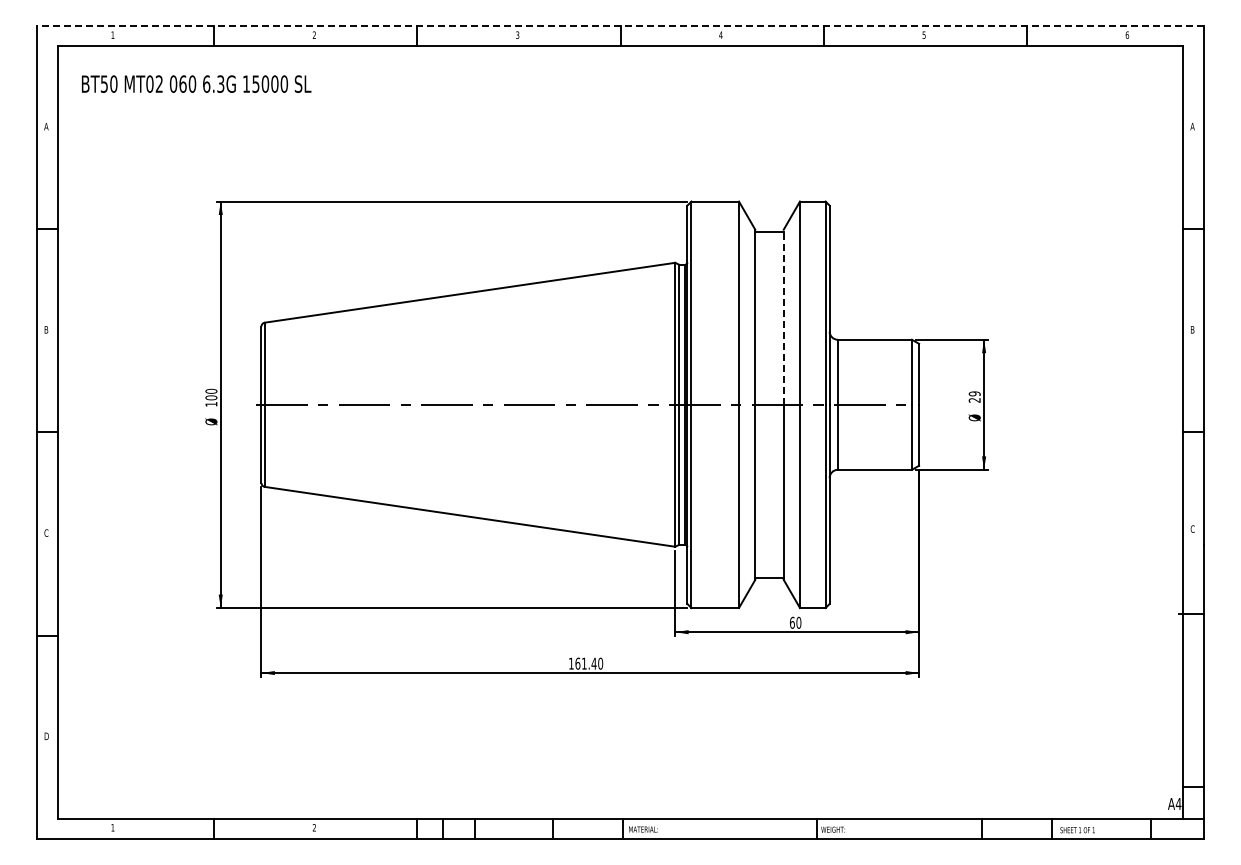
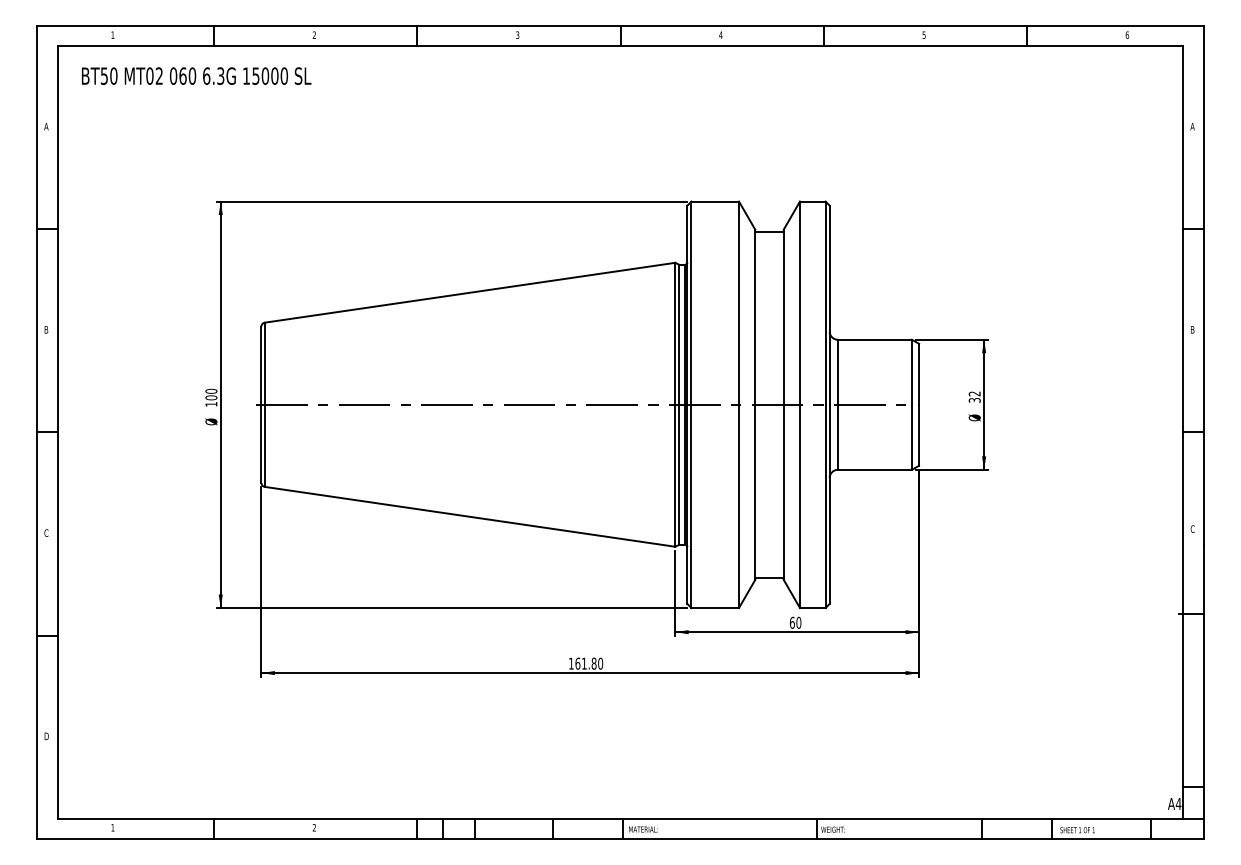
line at (619, 26): dashed -> solid
text at (196, 83) position: (196, 83) -> (196, 75)
line at (783, 317): dashed -> solid
text at (974, 396): 29 -> 32
text at (593, 663): 161.40 -> 161.80
